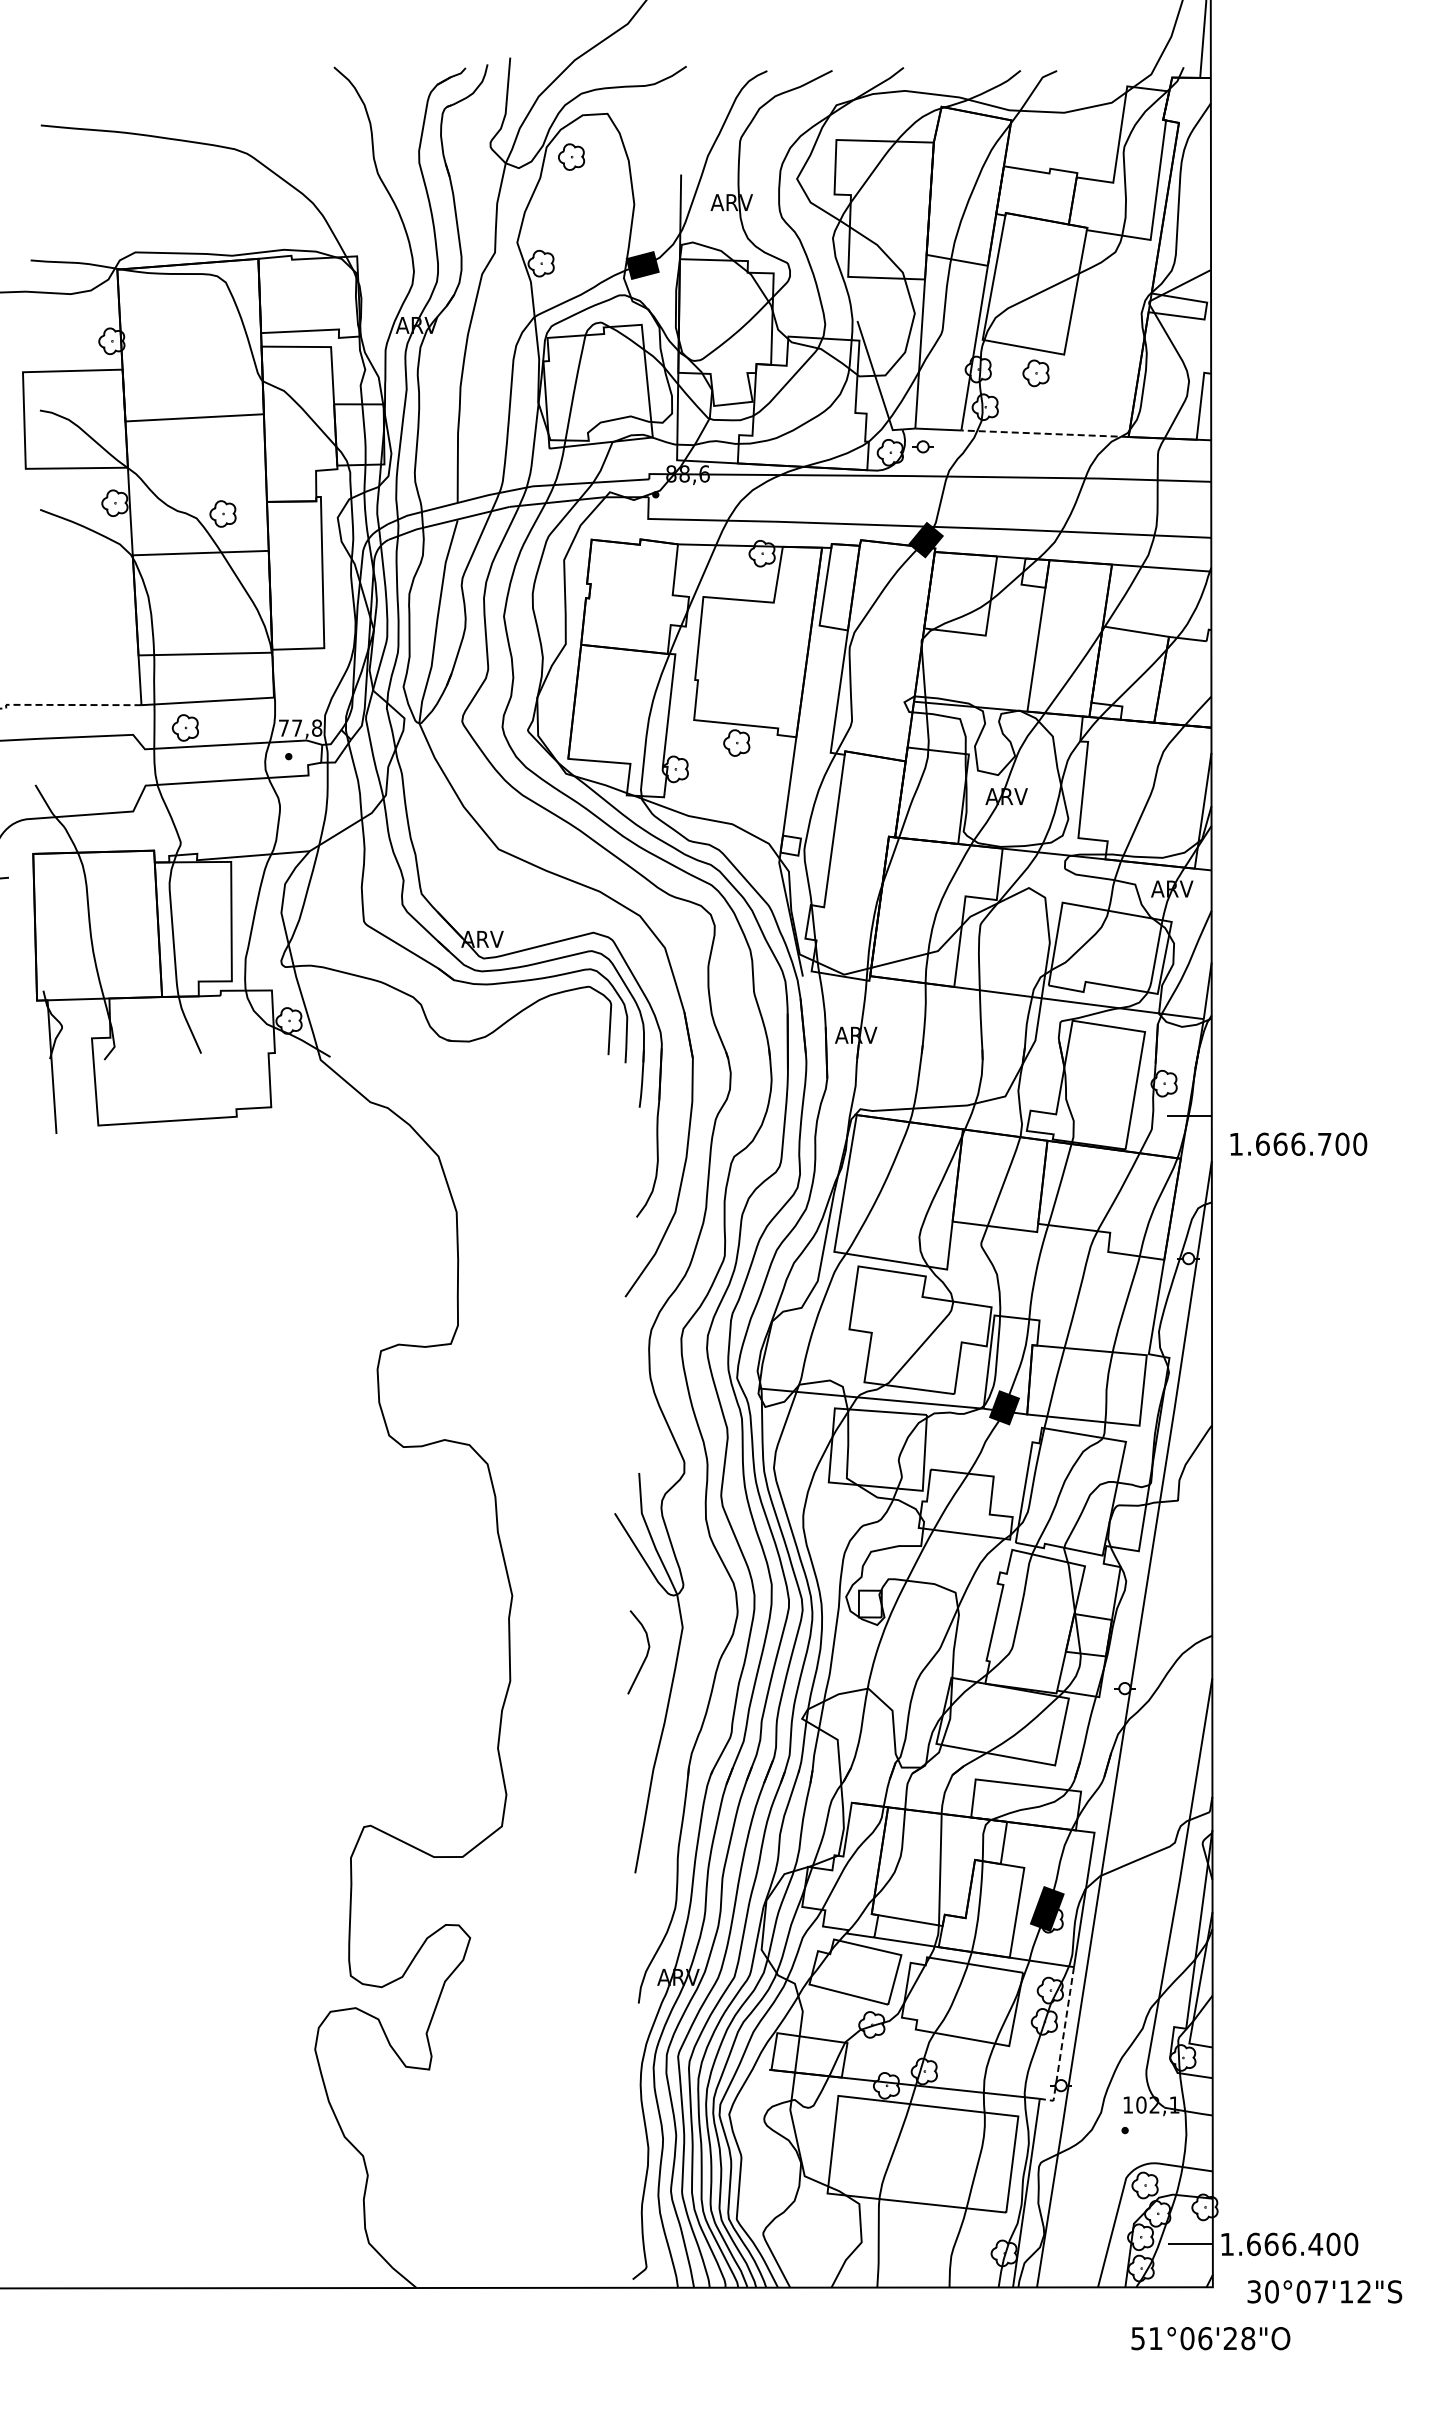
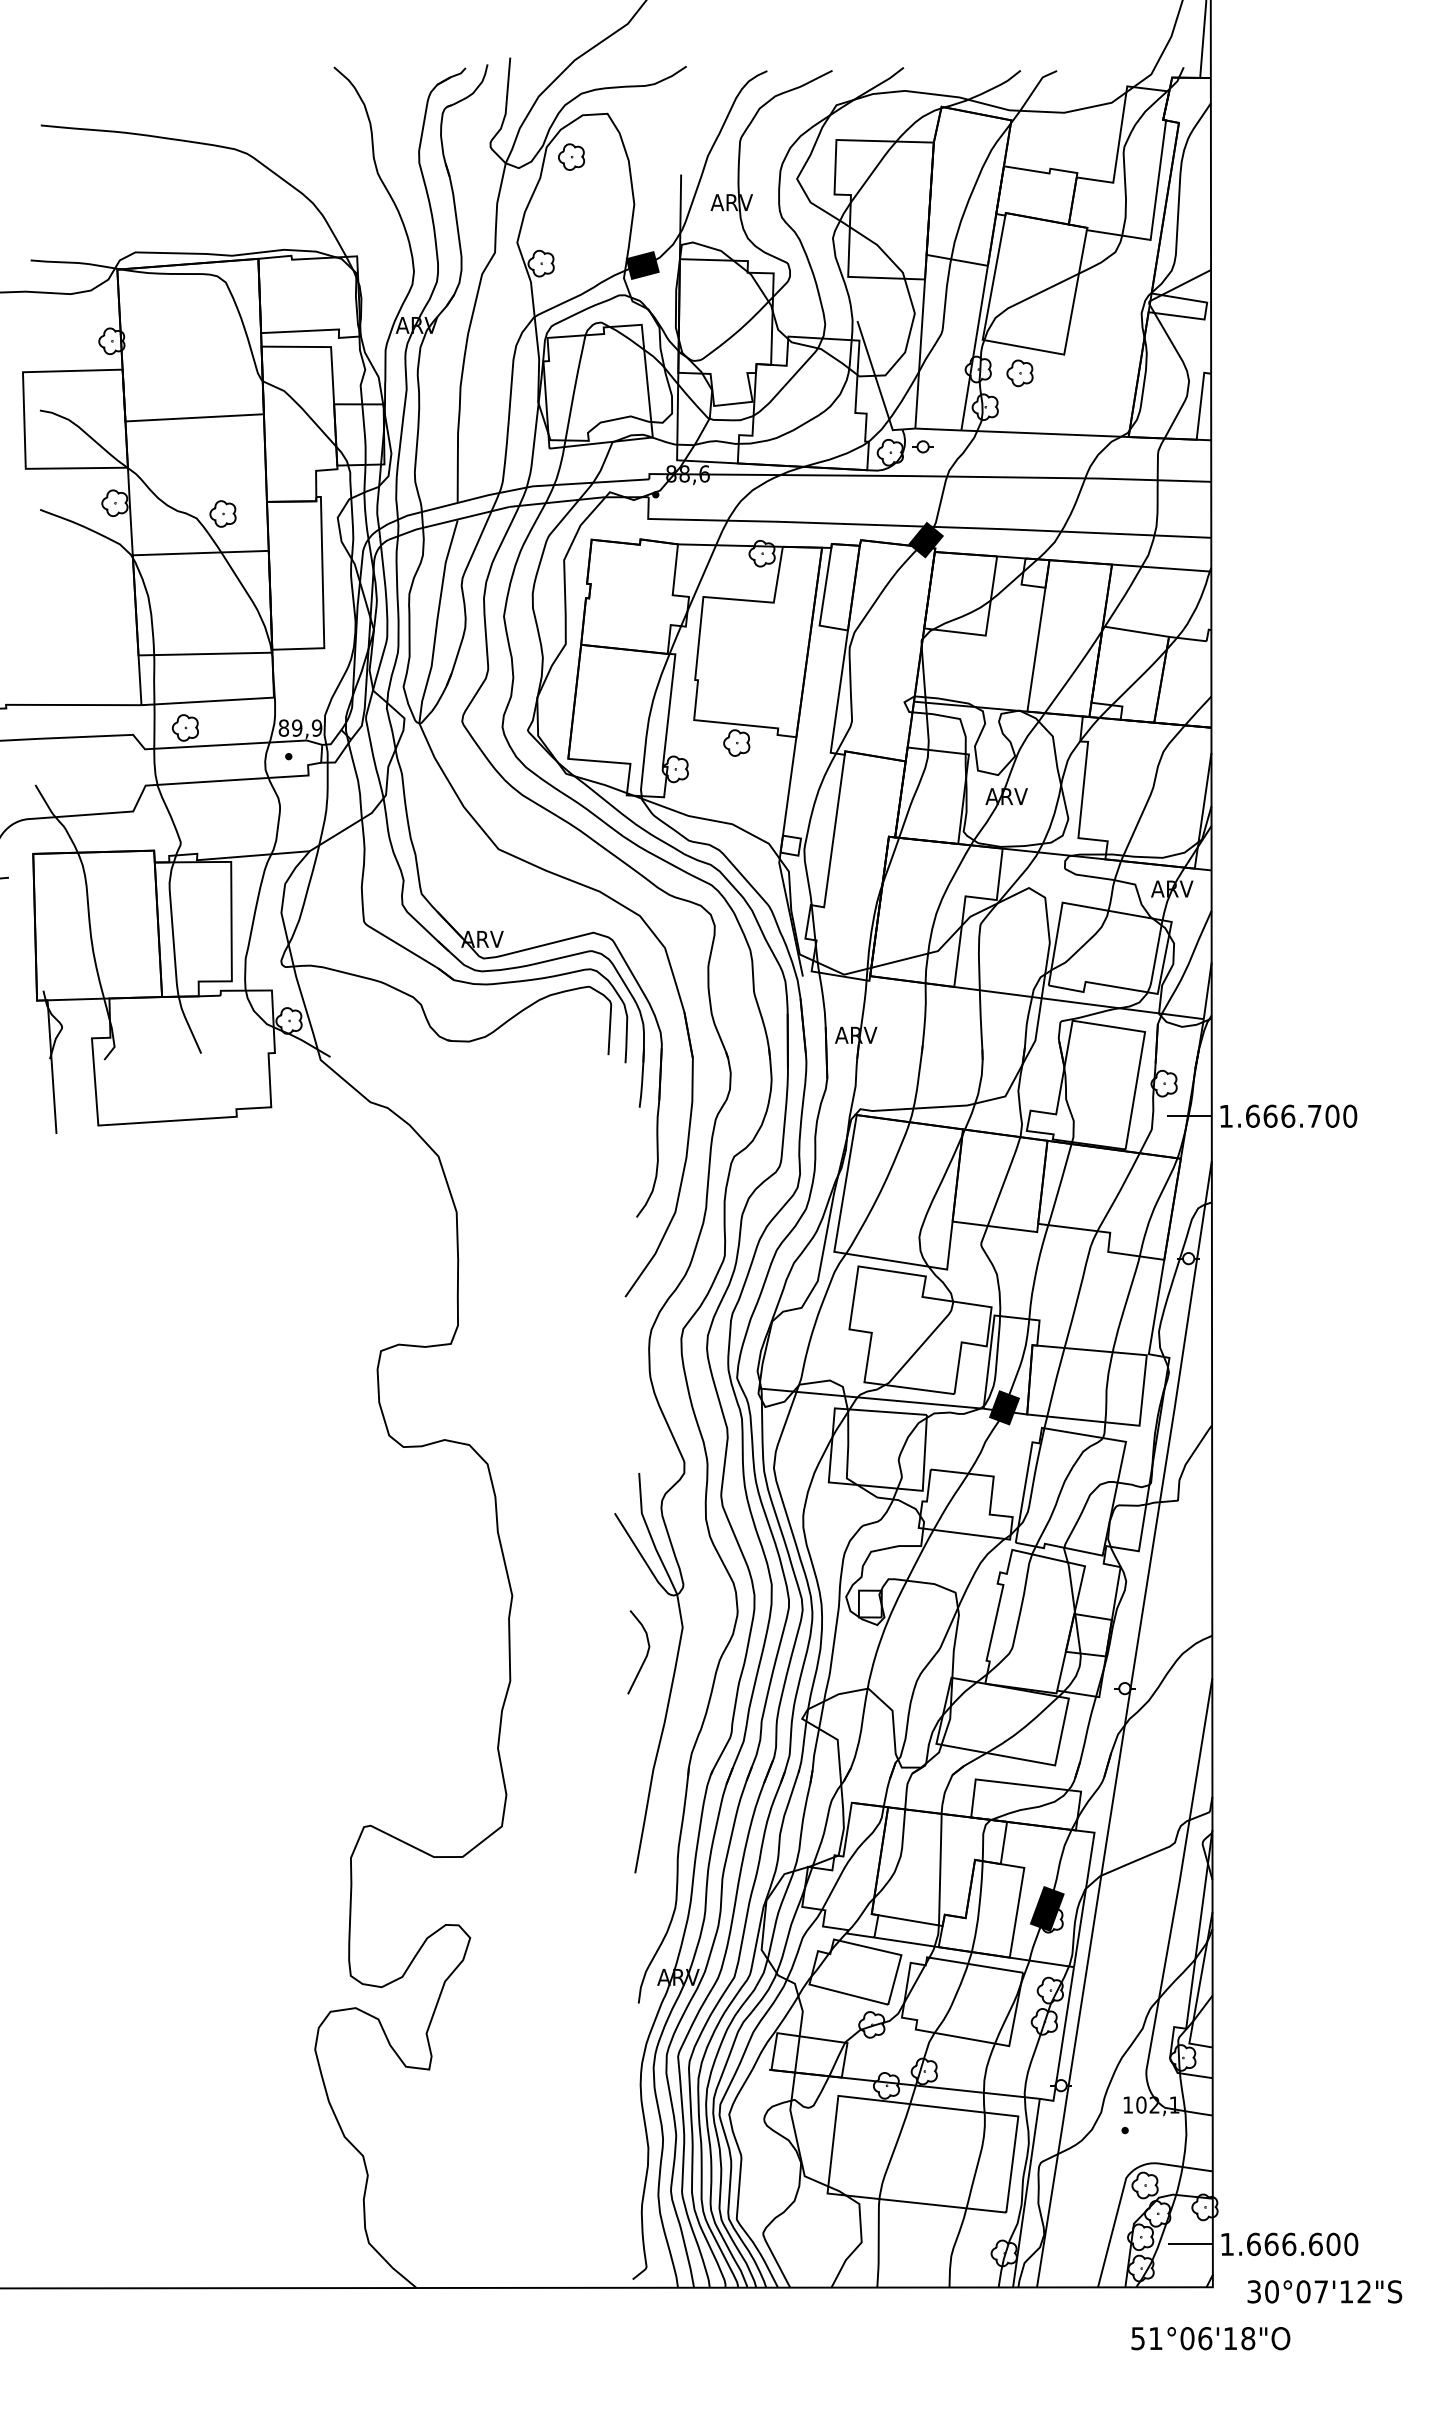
part at (1035, 373) position: (1035, 373) -> (1019, 373)
line at (1045, 433): dashed -> solid
line at (67, 705): dashed -> solid
text at (300, 727): 77,8 -> 89,9
text at (1298, 1143) position: (1298, 1143) -> (1288, 1115)
line at (1062, 2041): dashed -> solid
text at (1315, 2244): 1.666.400 -> 1.666.600
text at (1229, 2338): 51°06'28"O -> 51°06'18"O
